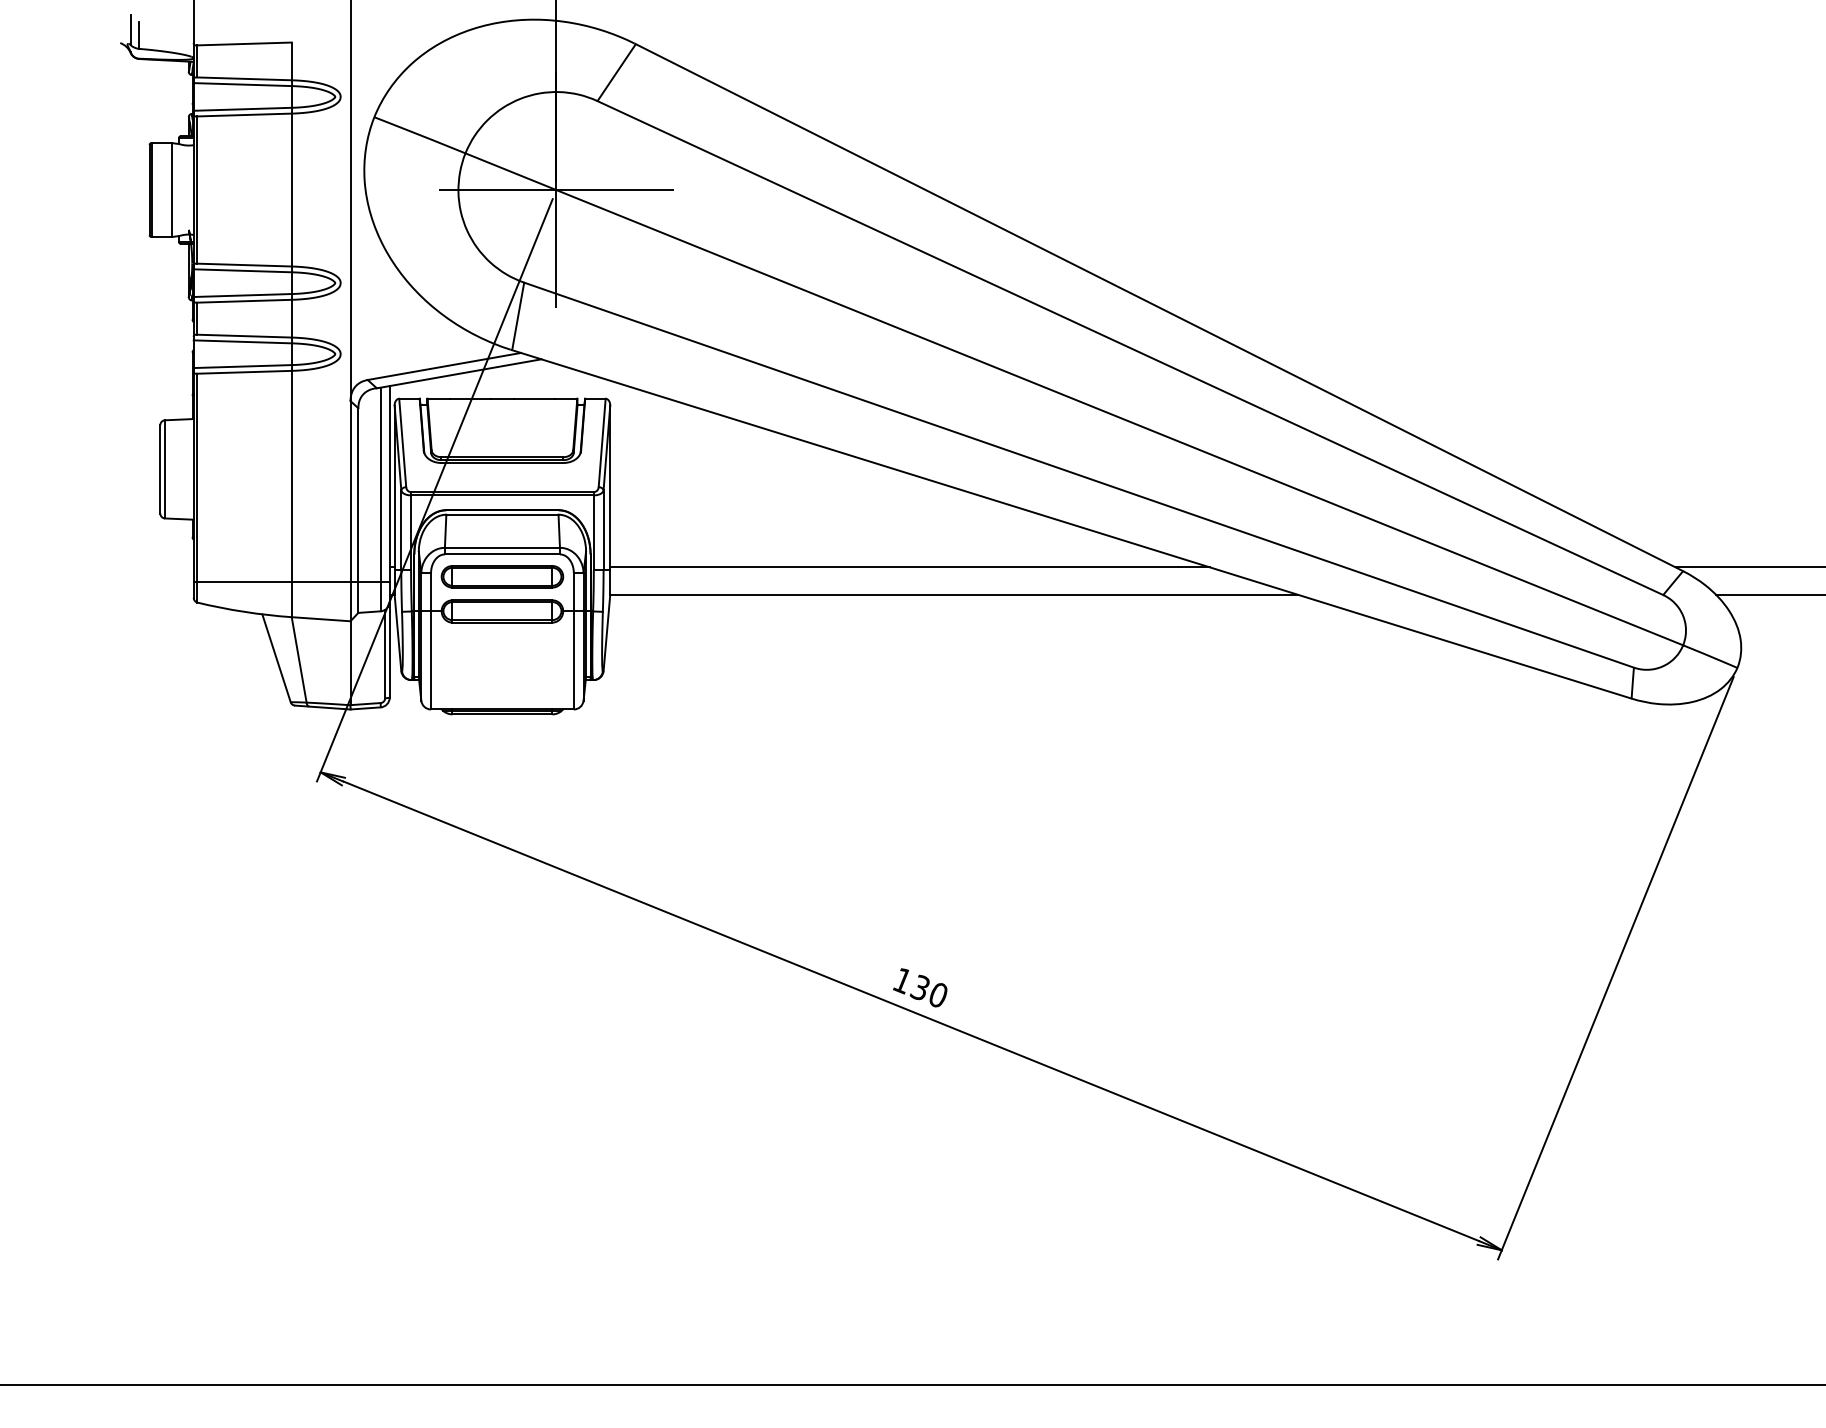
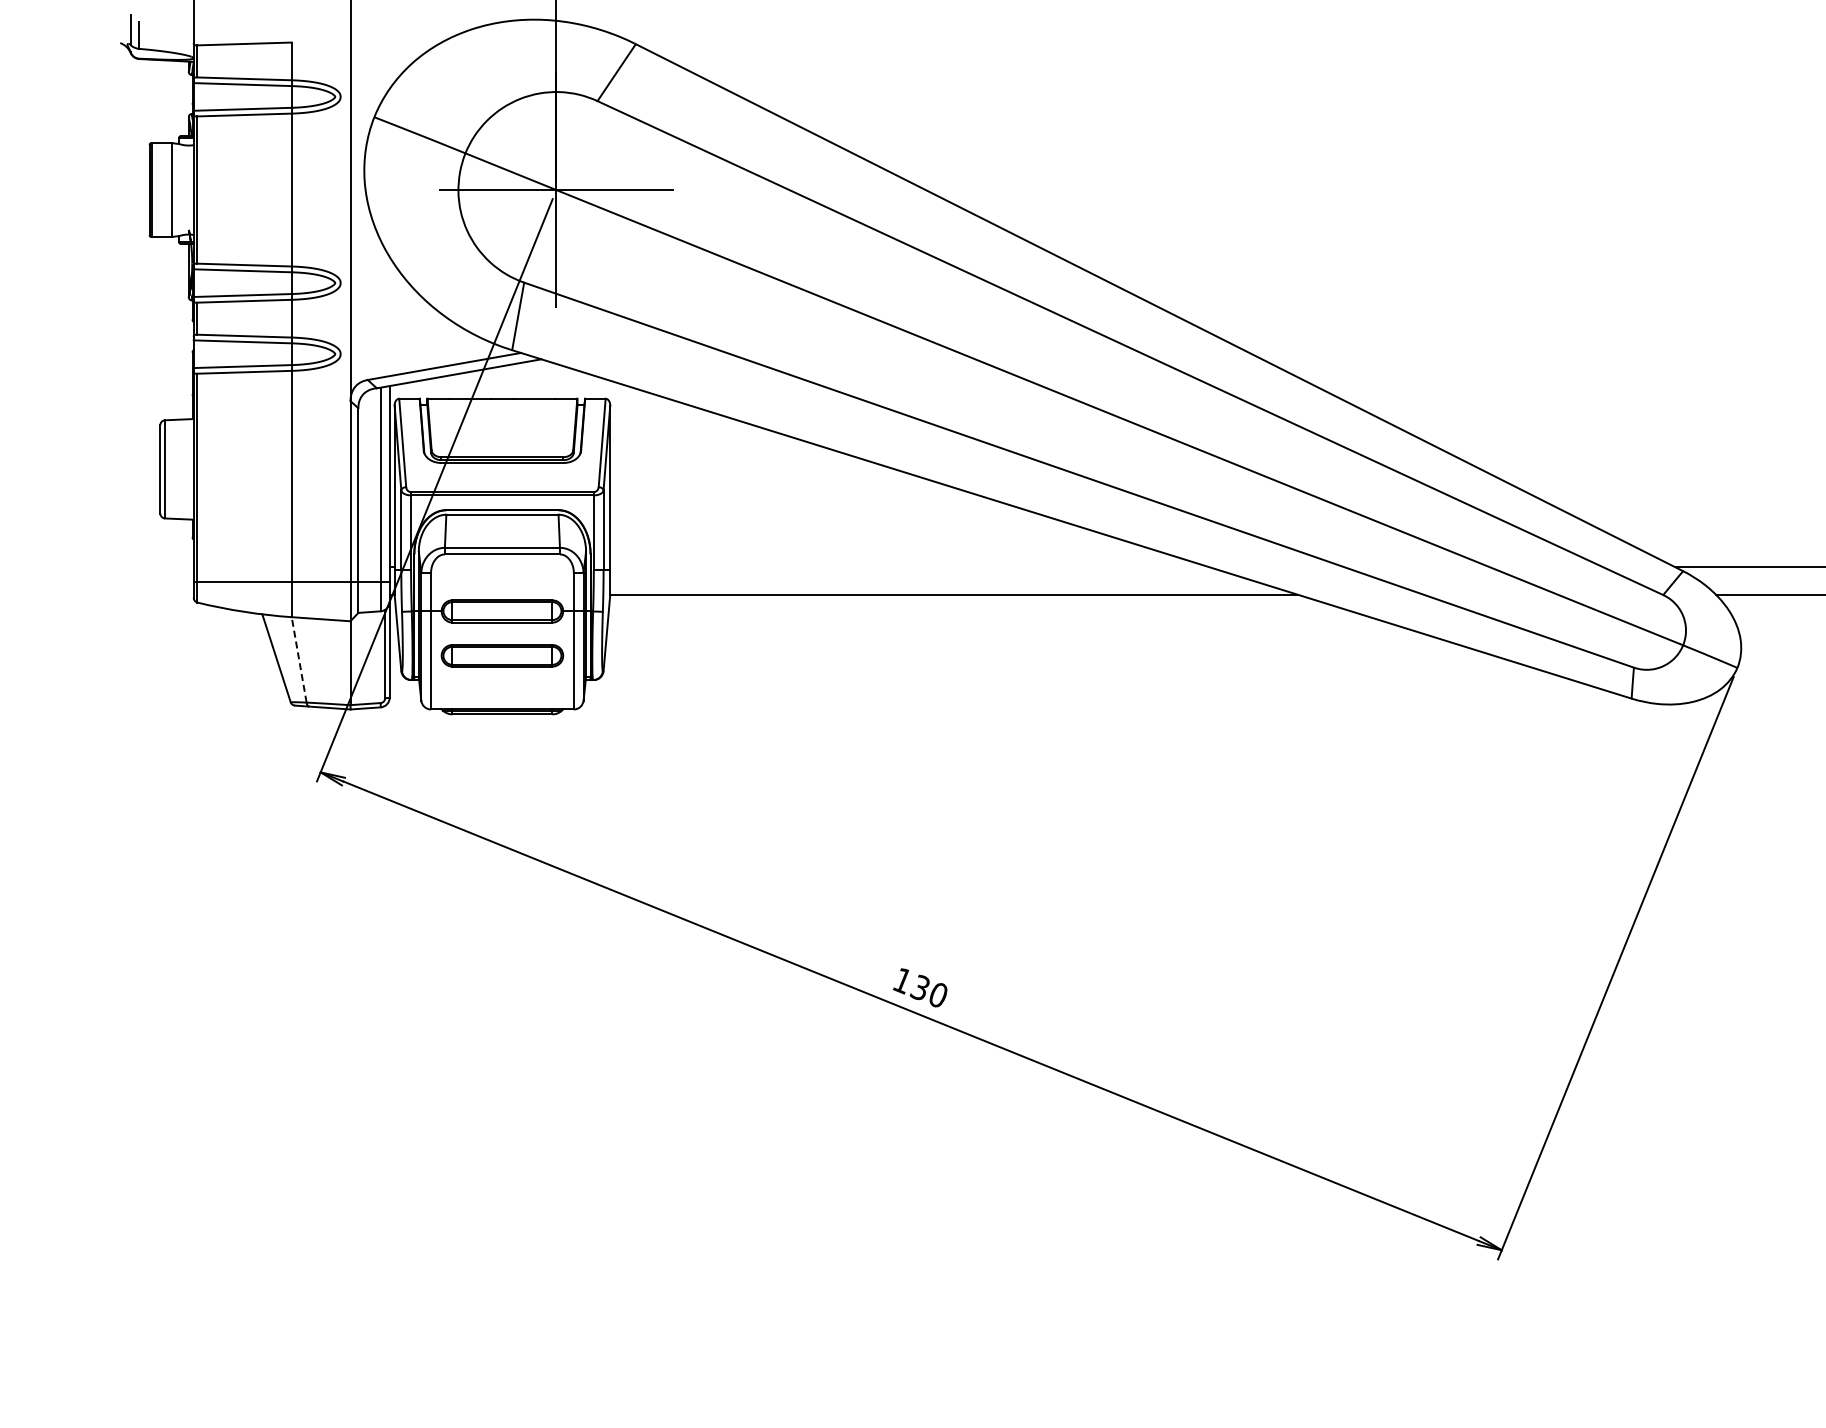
line at (909, 567): present -> none
part at (502, 576) position: (502, 576) -> (502, 655)
line at (299, 659): solid -> dashed
line at (912, 1384): present -> none
